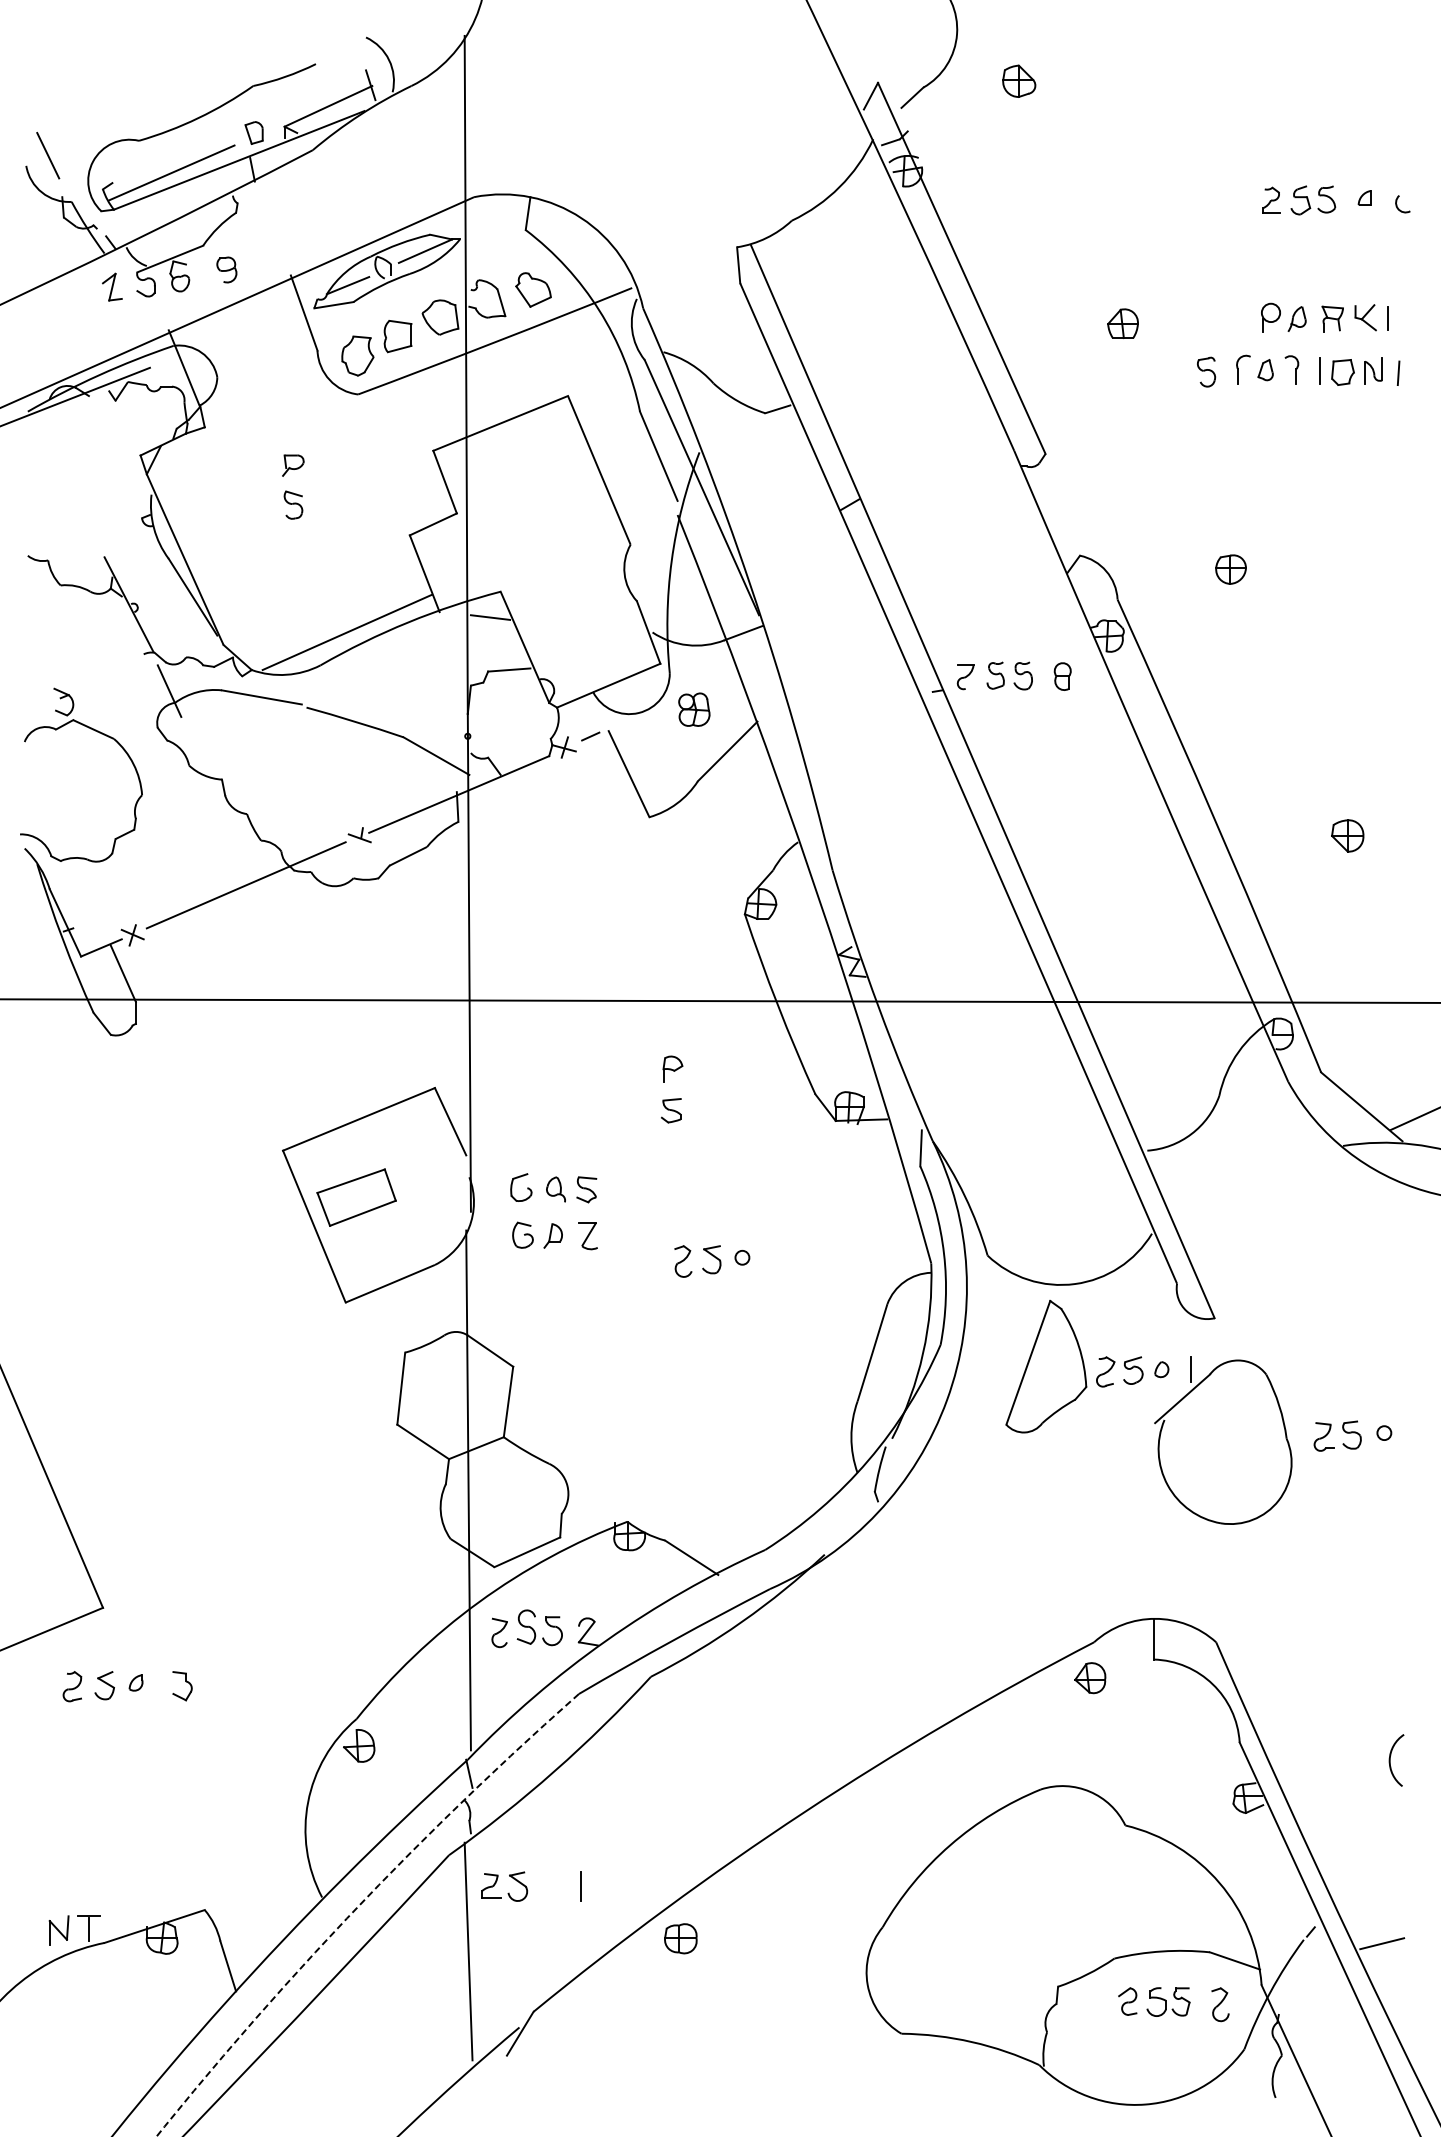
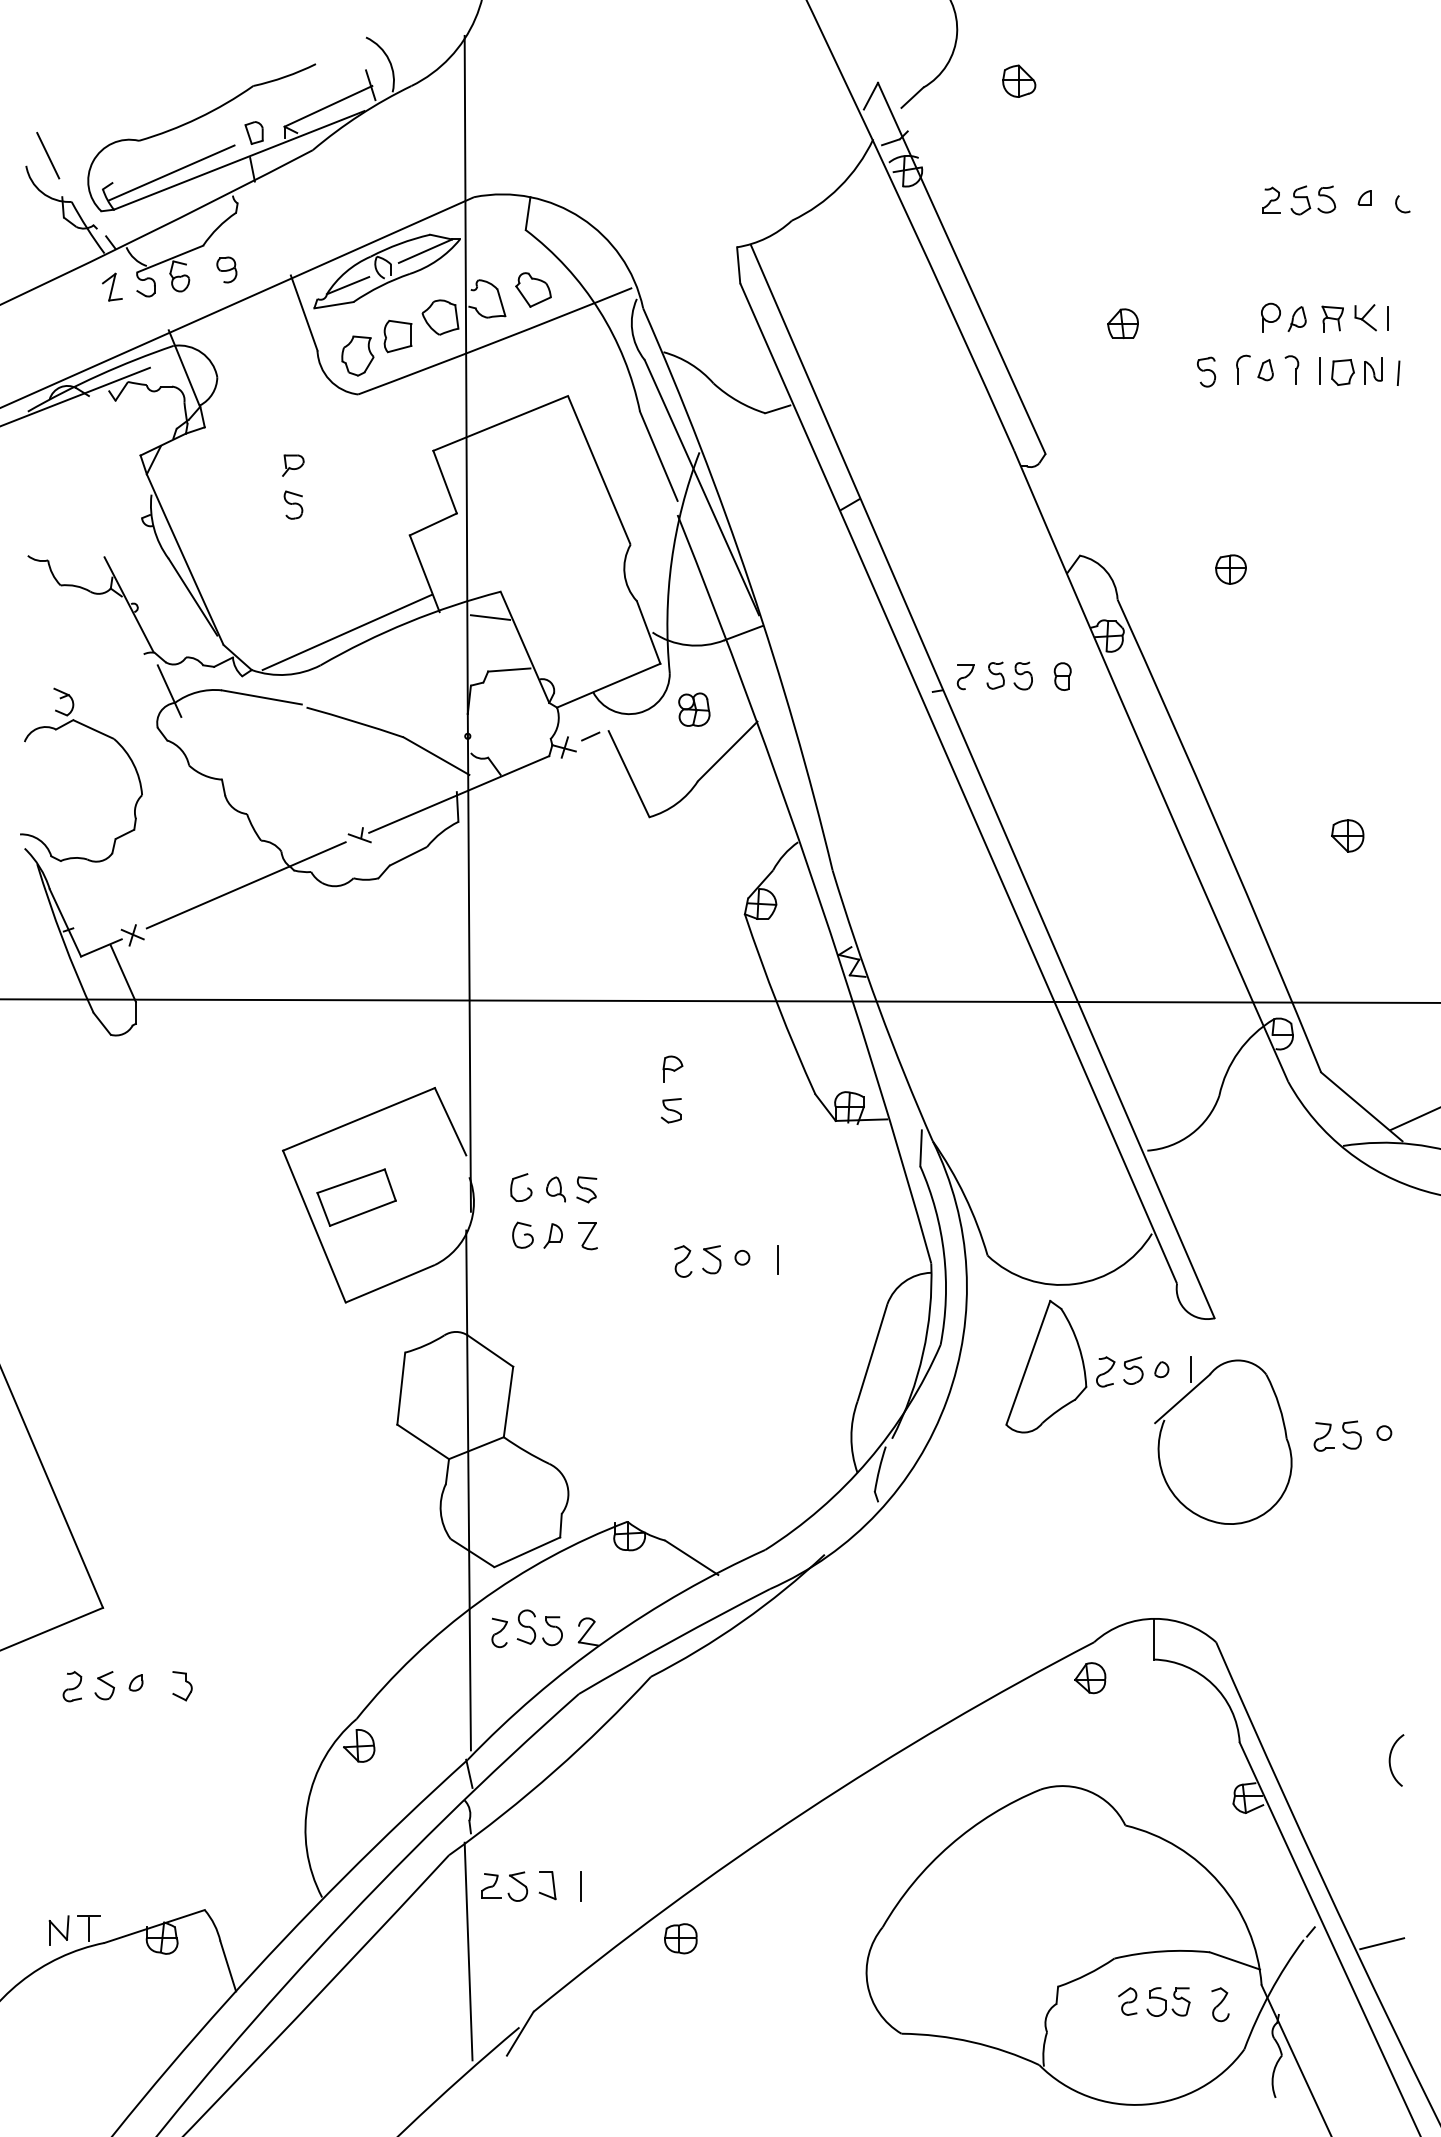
line at (777, 1260): none -> present
part at (547, 1885): none -> present
arc at (357, 1907): dashed -> solid
